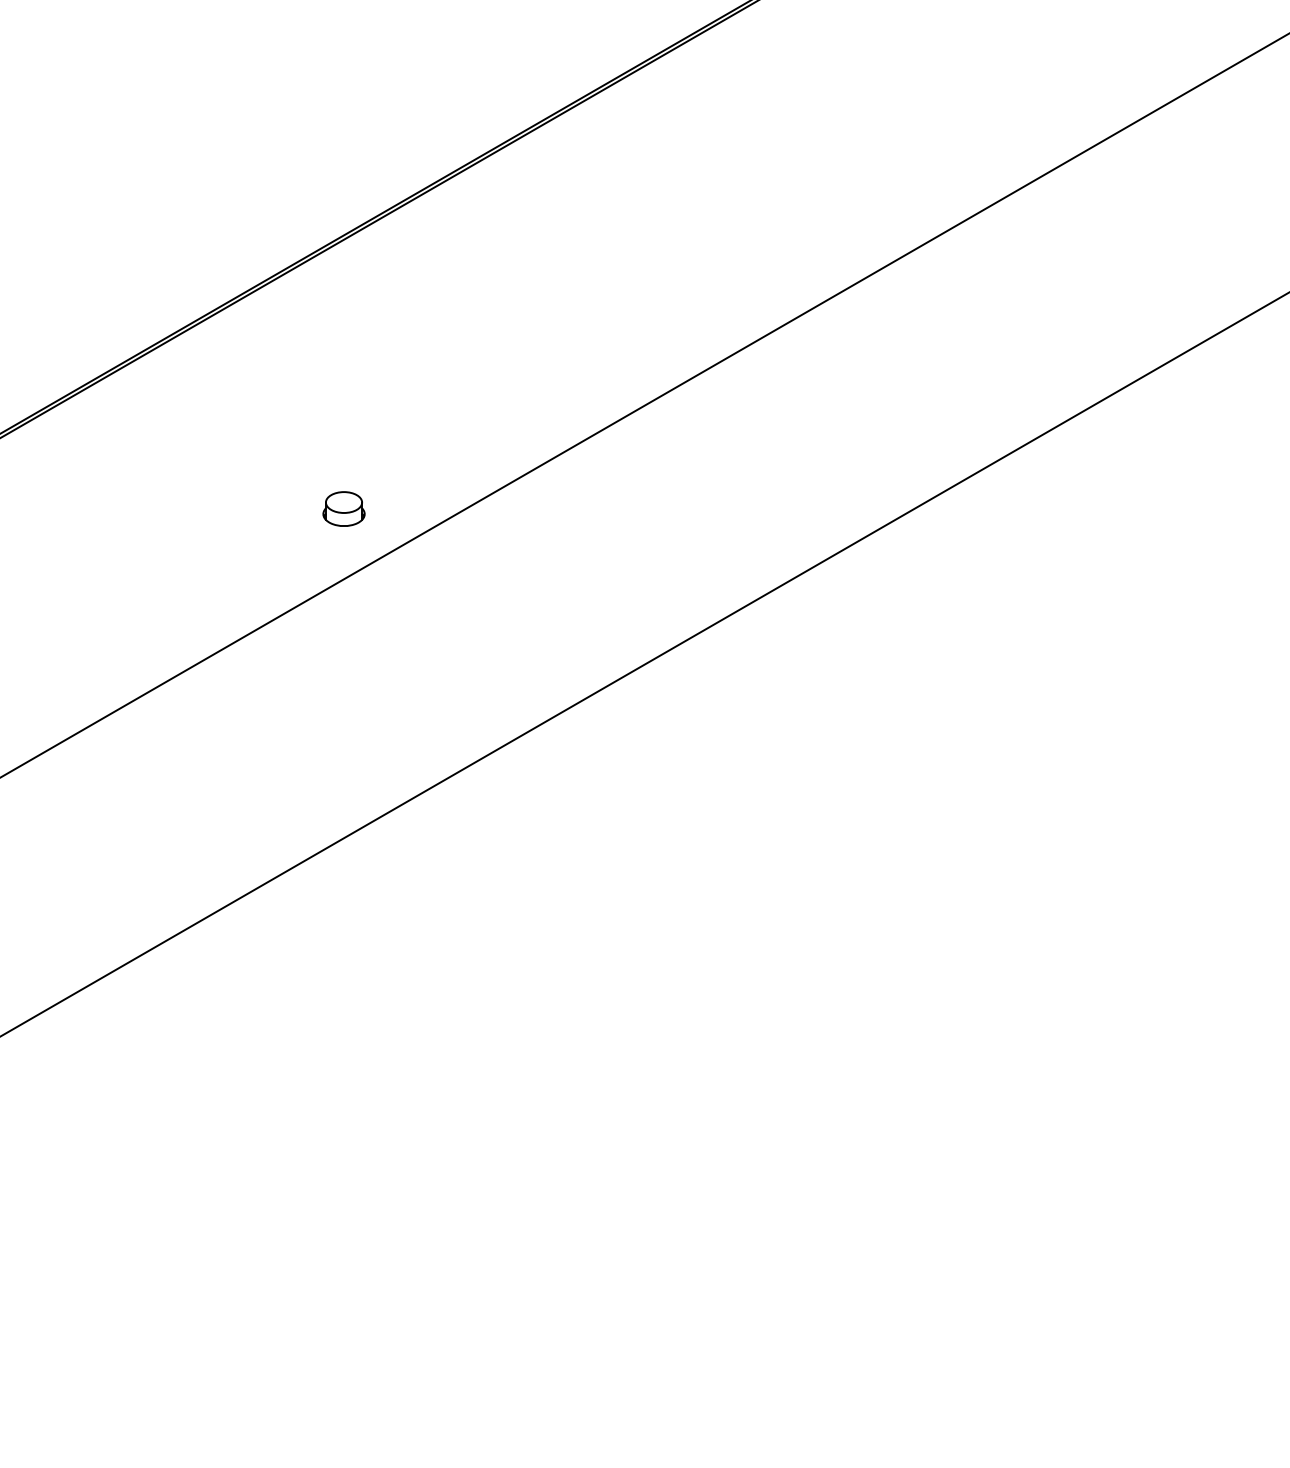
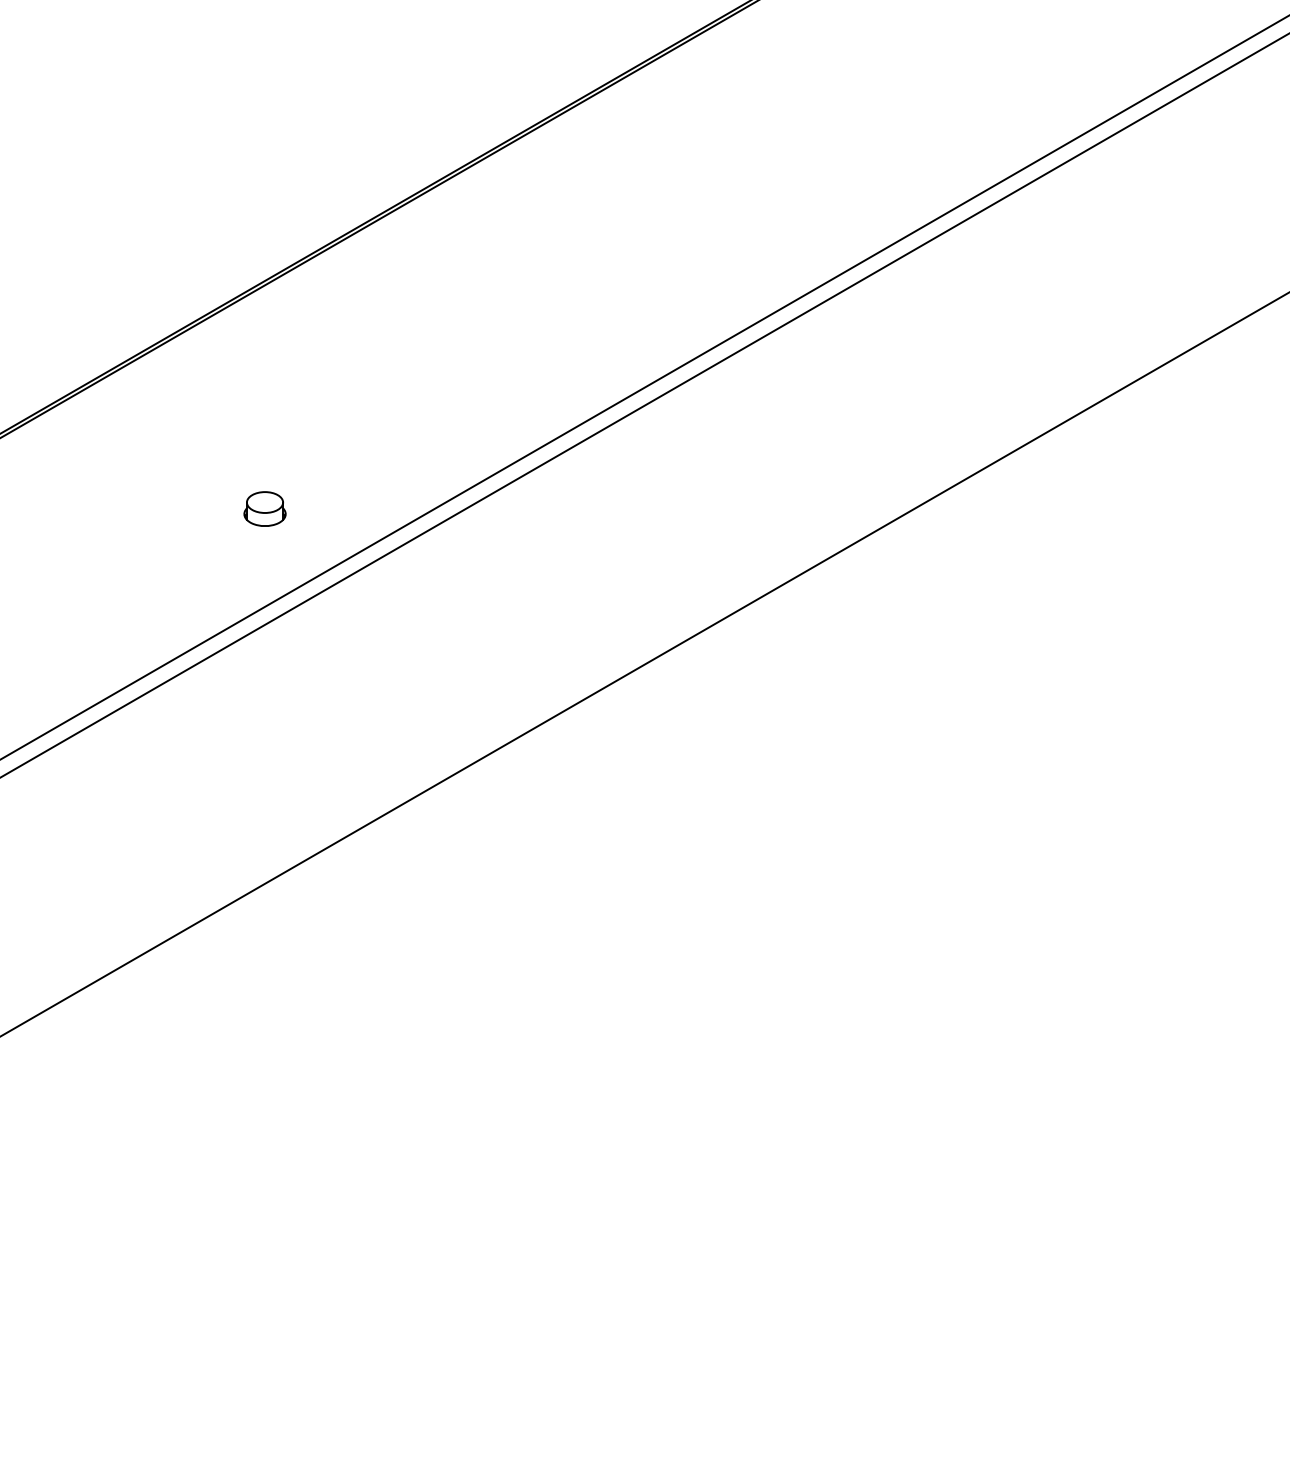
line at (644, 387): none -> present
part at (343, 508) position: (343, 508) -> (264, 508)
